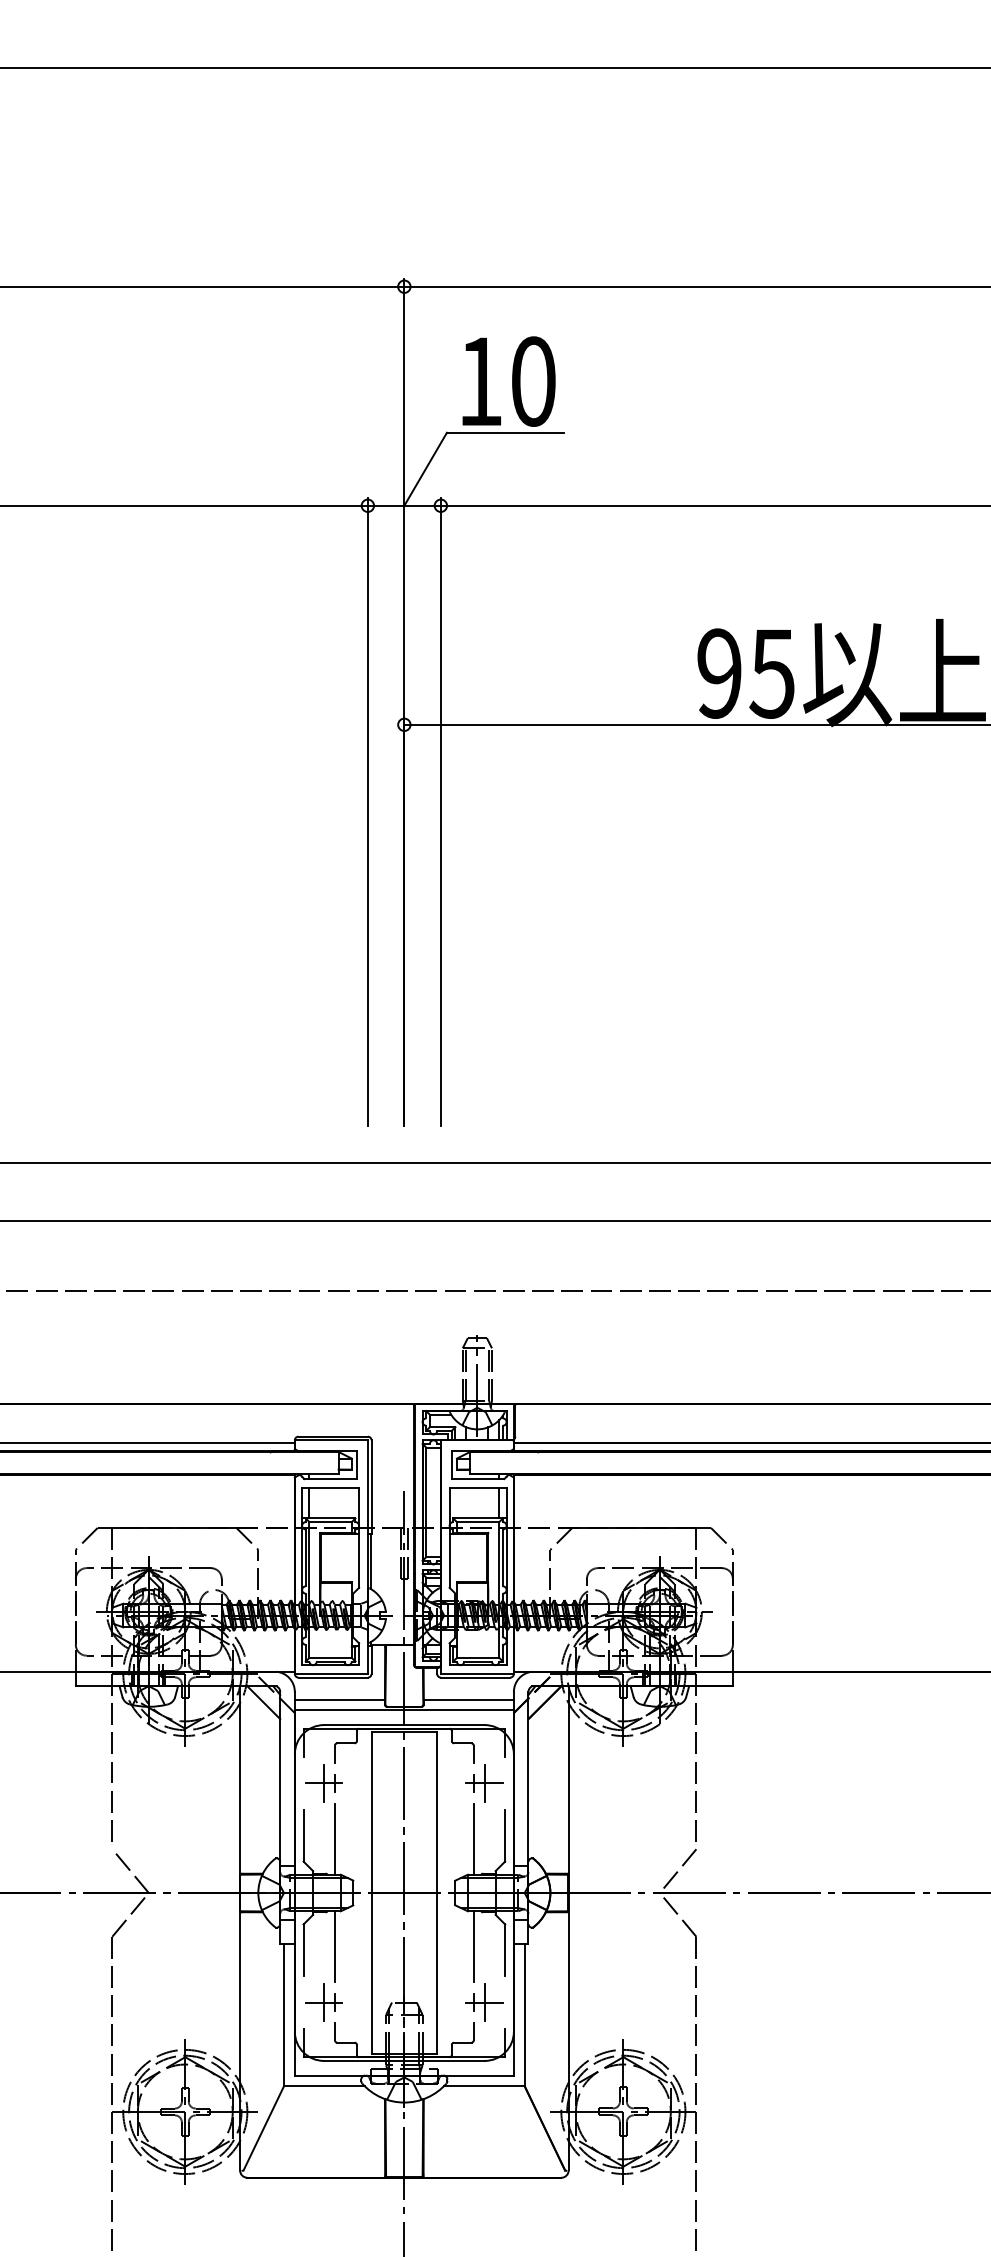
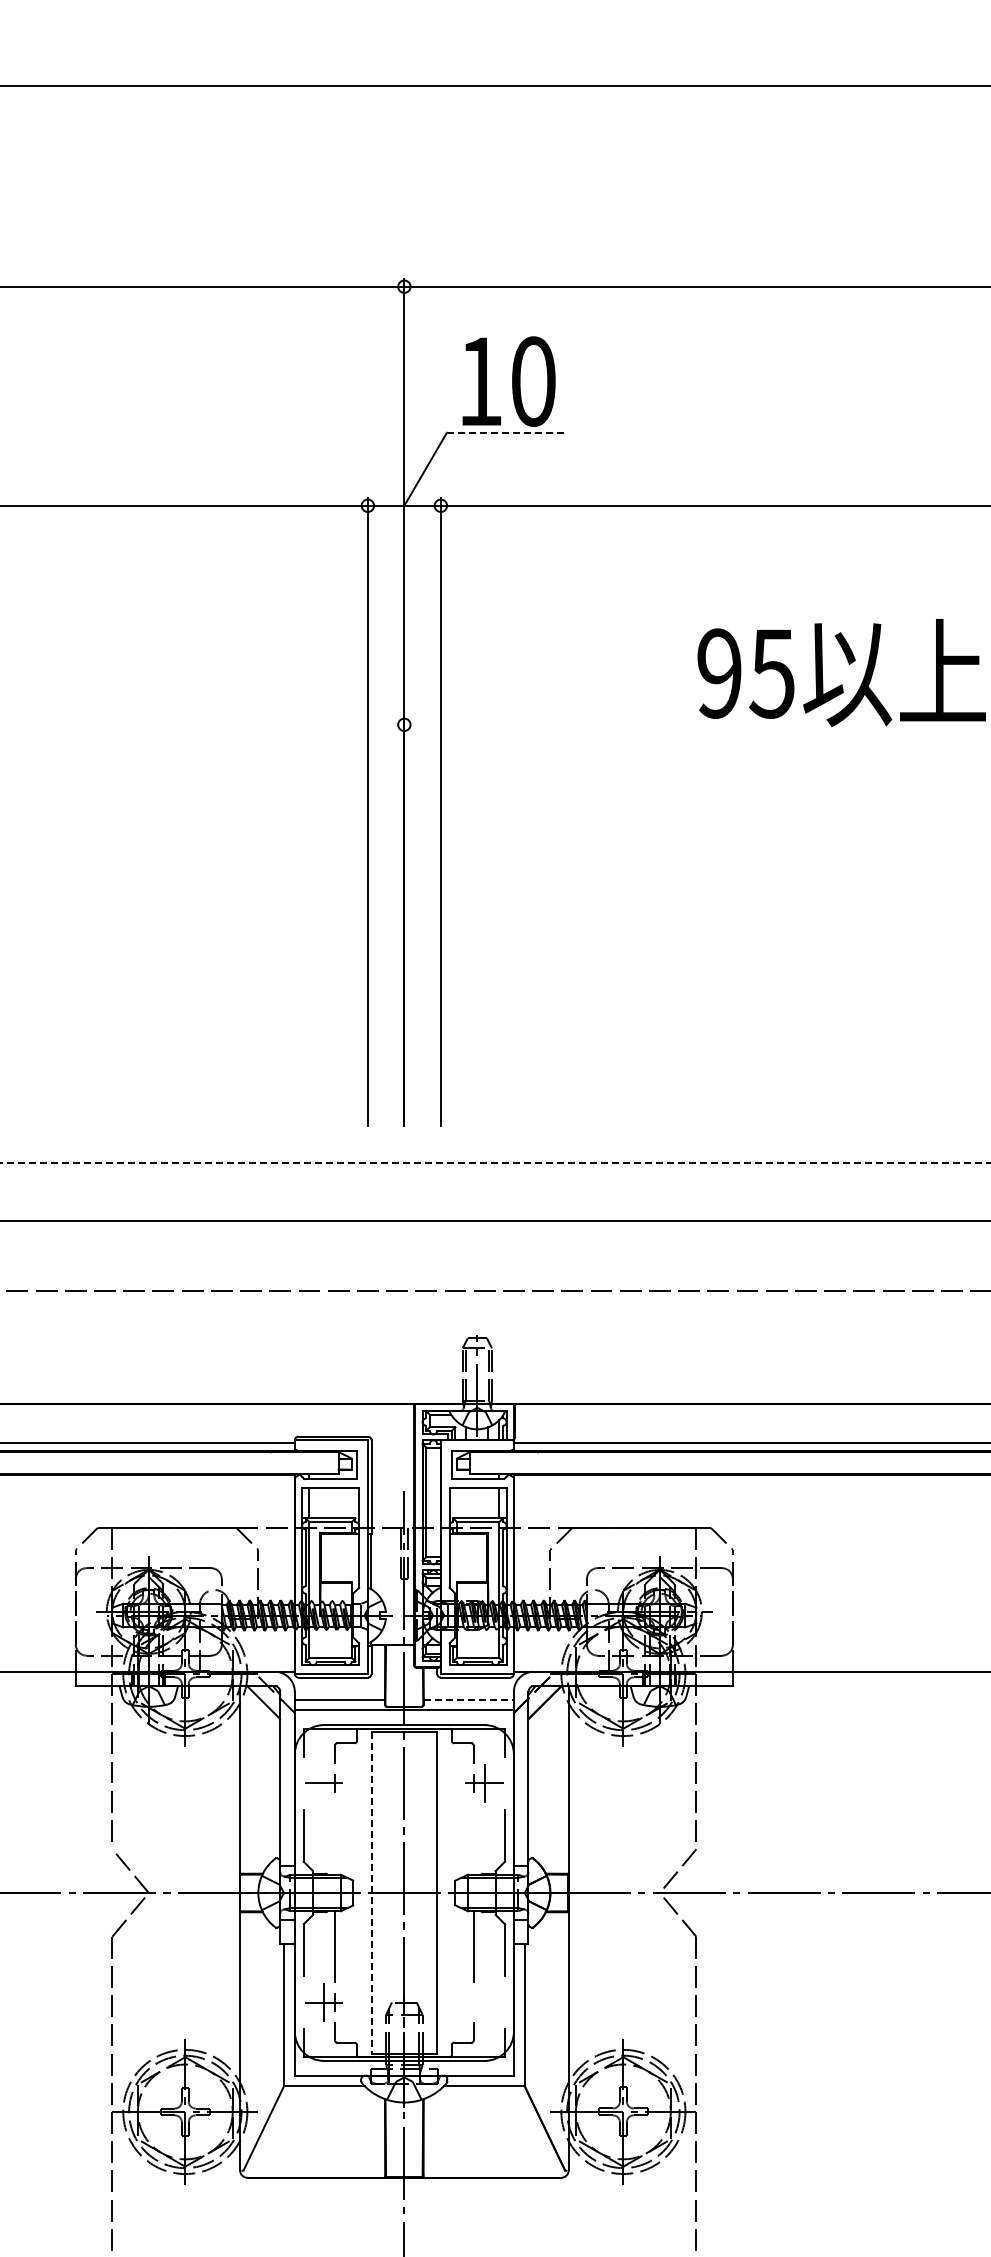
line at (494, 67) position: (494, 67) -> (494, 85)
line at (505, 432): solid -> dashed
line at (695, 724): present -> none
line at (495, 1162): solid -> dashed
line at (469, 1699): solid -> dashed
line at (324, 1783): present -> none
line at (335, 1839): present -> none
line at (473, 1839): present -> none
line at (371, 1893): solid -> dashed
part at (484, 2002): present -> none
